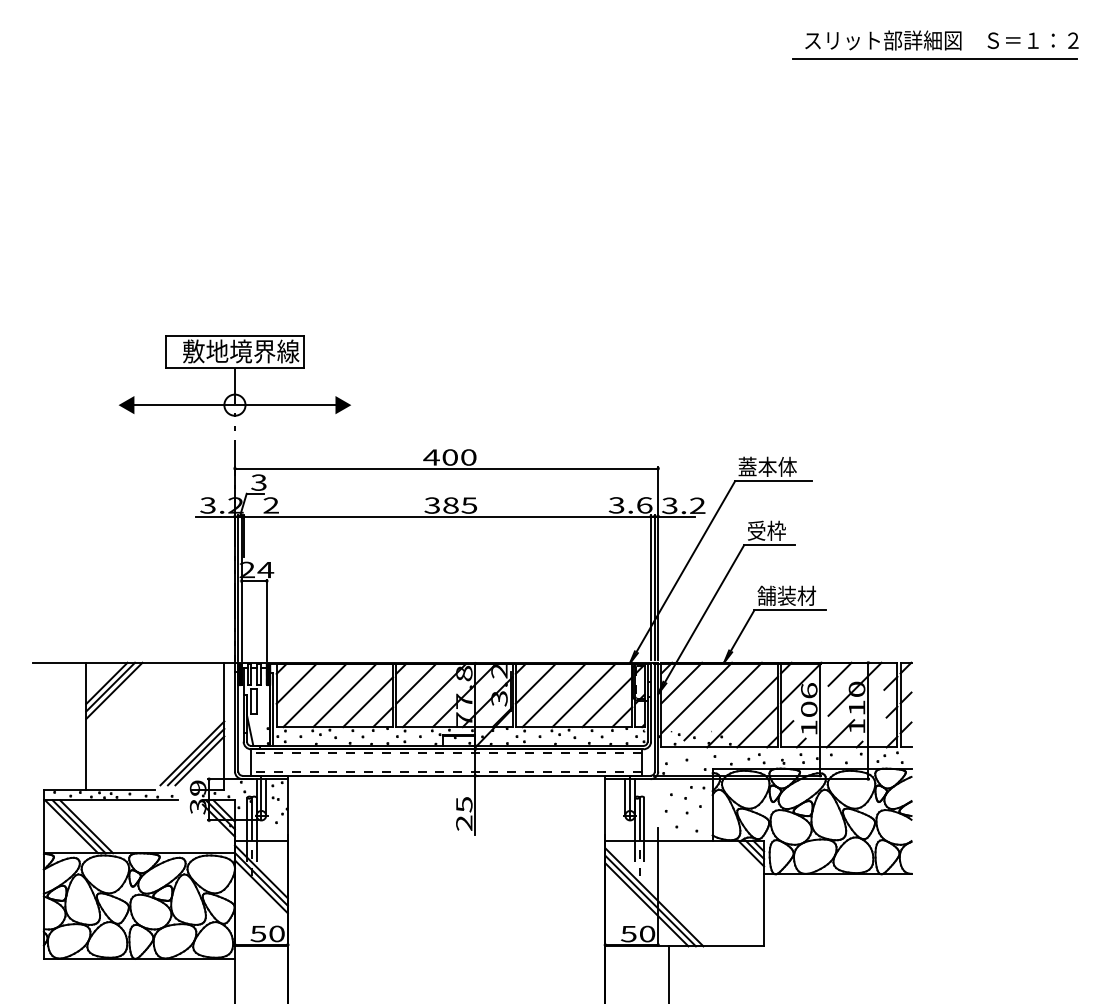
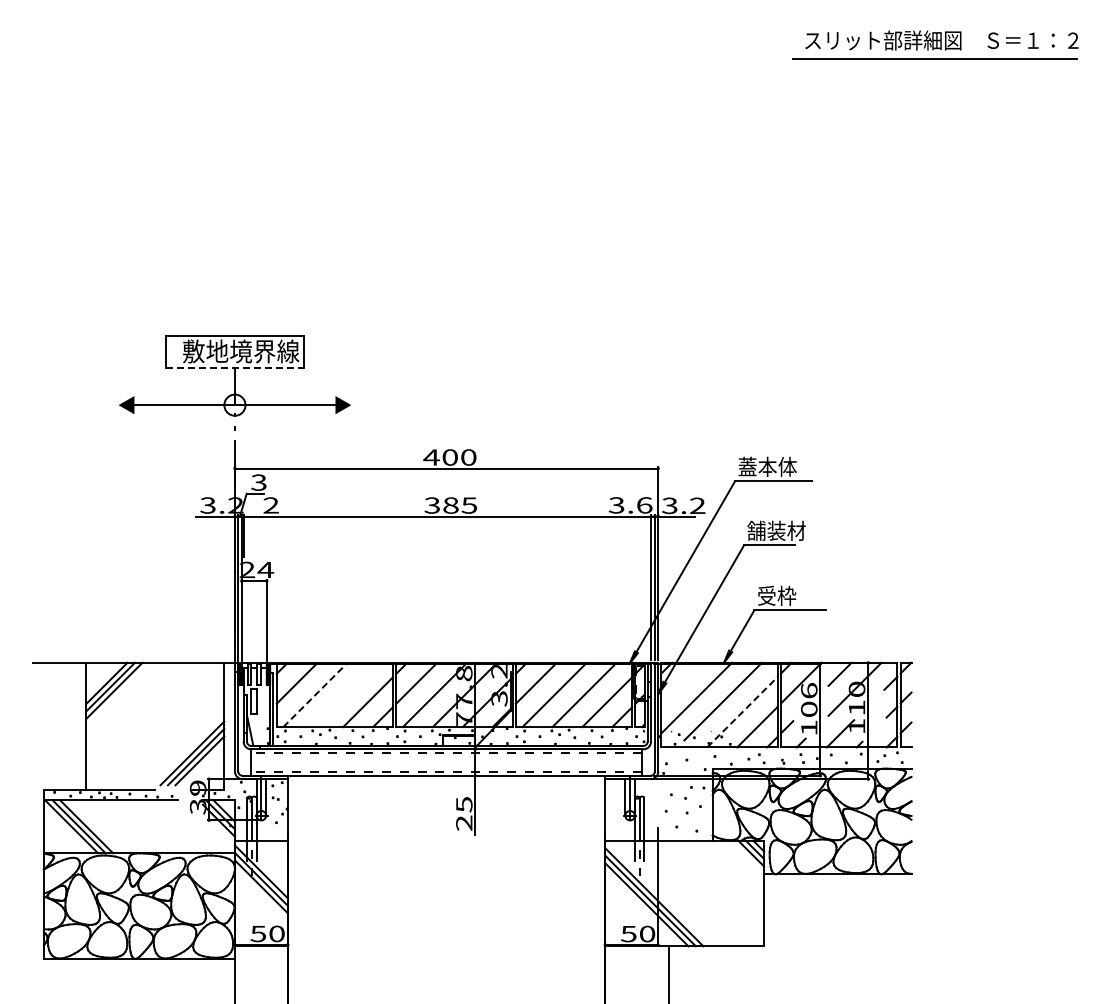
line at (234, 368): solid -> dashed
text at (776, 530): 受枠 -> 舗装材
text at (786, 595): 舗装材 -> 受枠
line at (681, 682): present -> none
line at (315, 695): solid -> dashed
line at (344, 695): present -> none
line at (742, 712): solid -> dashed
